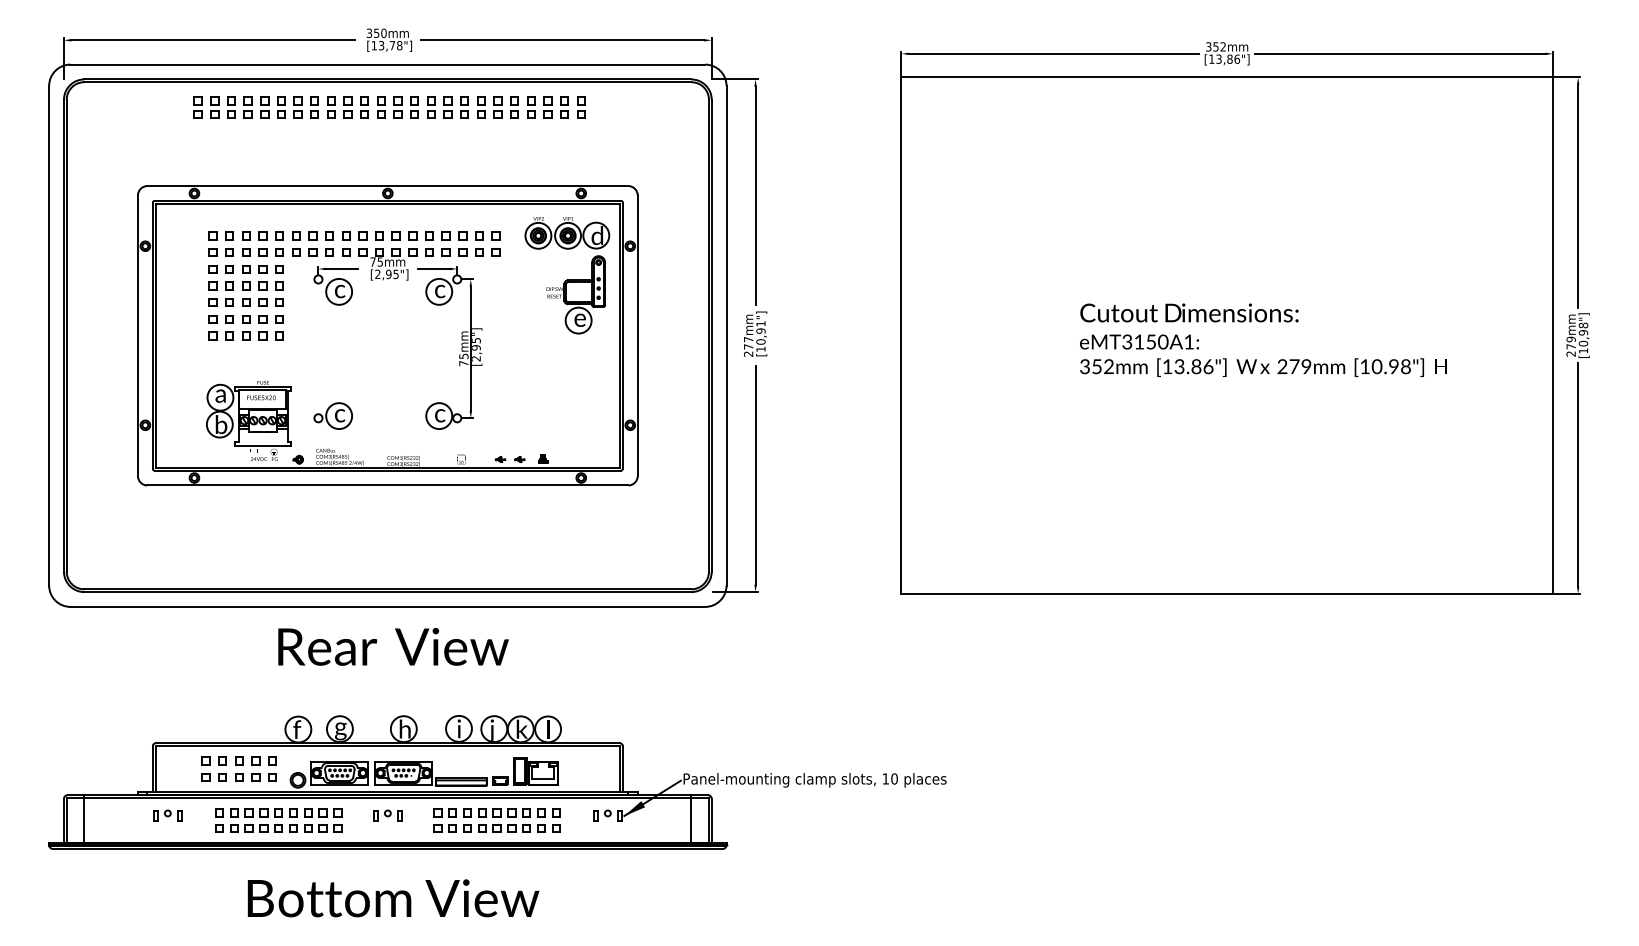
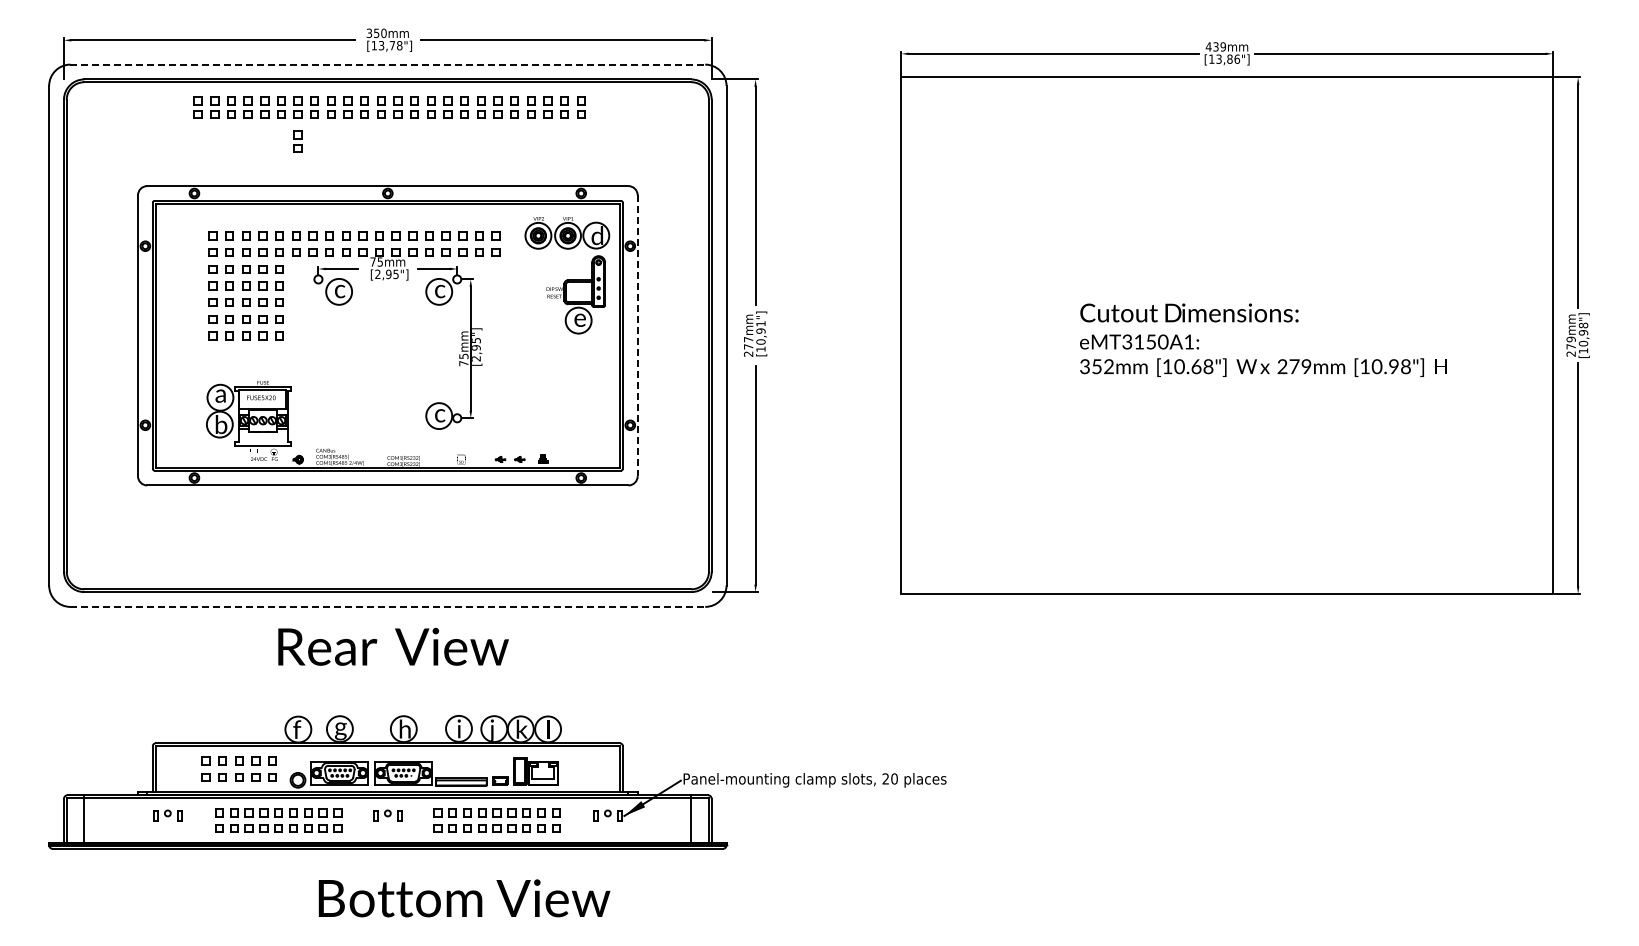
text at (1215, 46): 352mm -> 439mm
line at (388, 64): solid -> dashed
part at (297, 141): none -> present
line at (637, 336): solid -> dashed
text at (1193, 366): [13.86"] -> [10.68"]
part at (332, 415): present -> none
line at (388, 606): solid -> dashed
text at (885, 778): 10 -> 20
text at (393, 898) position: (393, 898) -> (464, 898)
